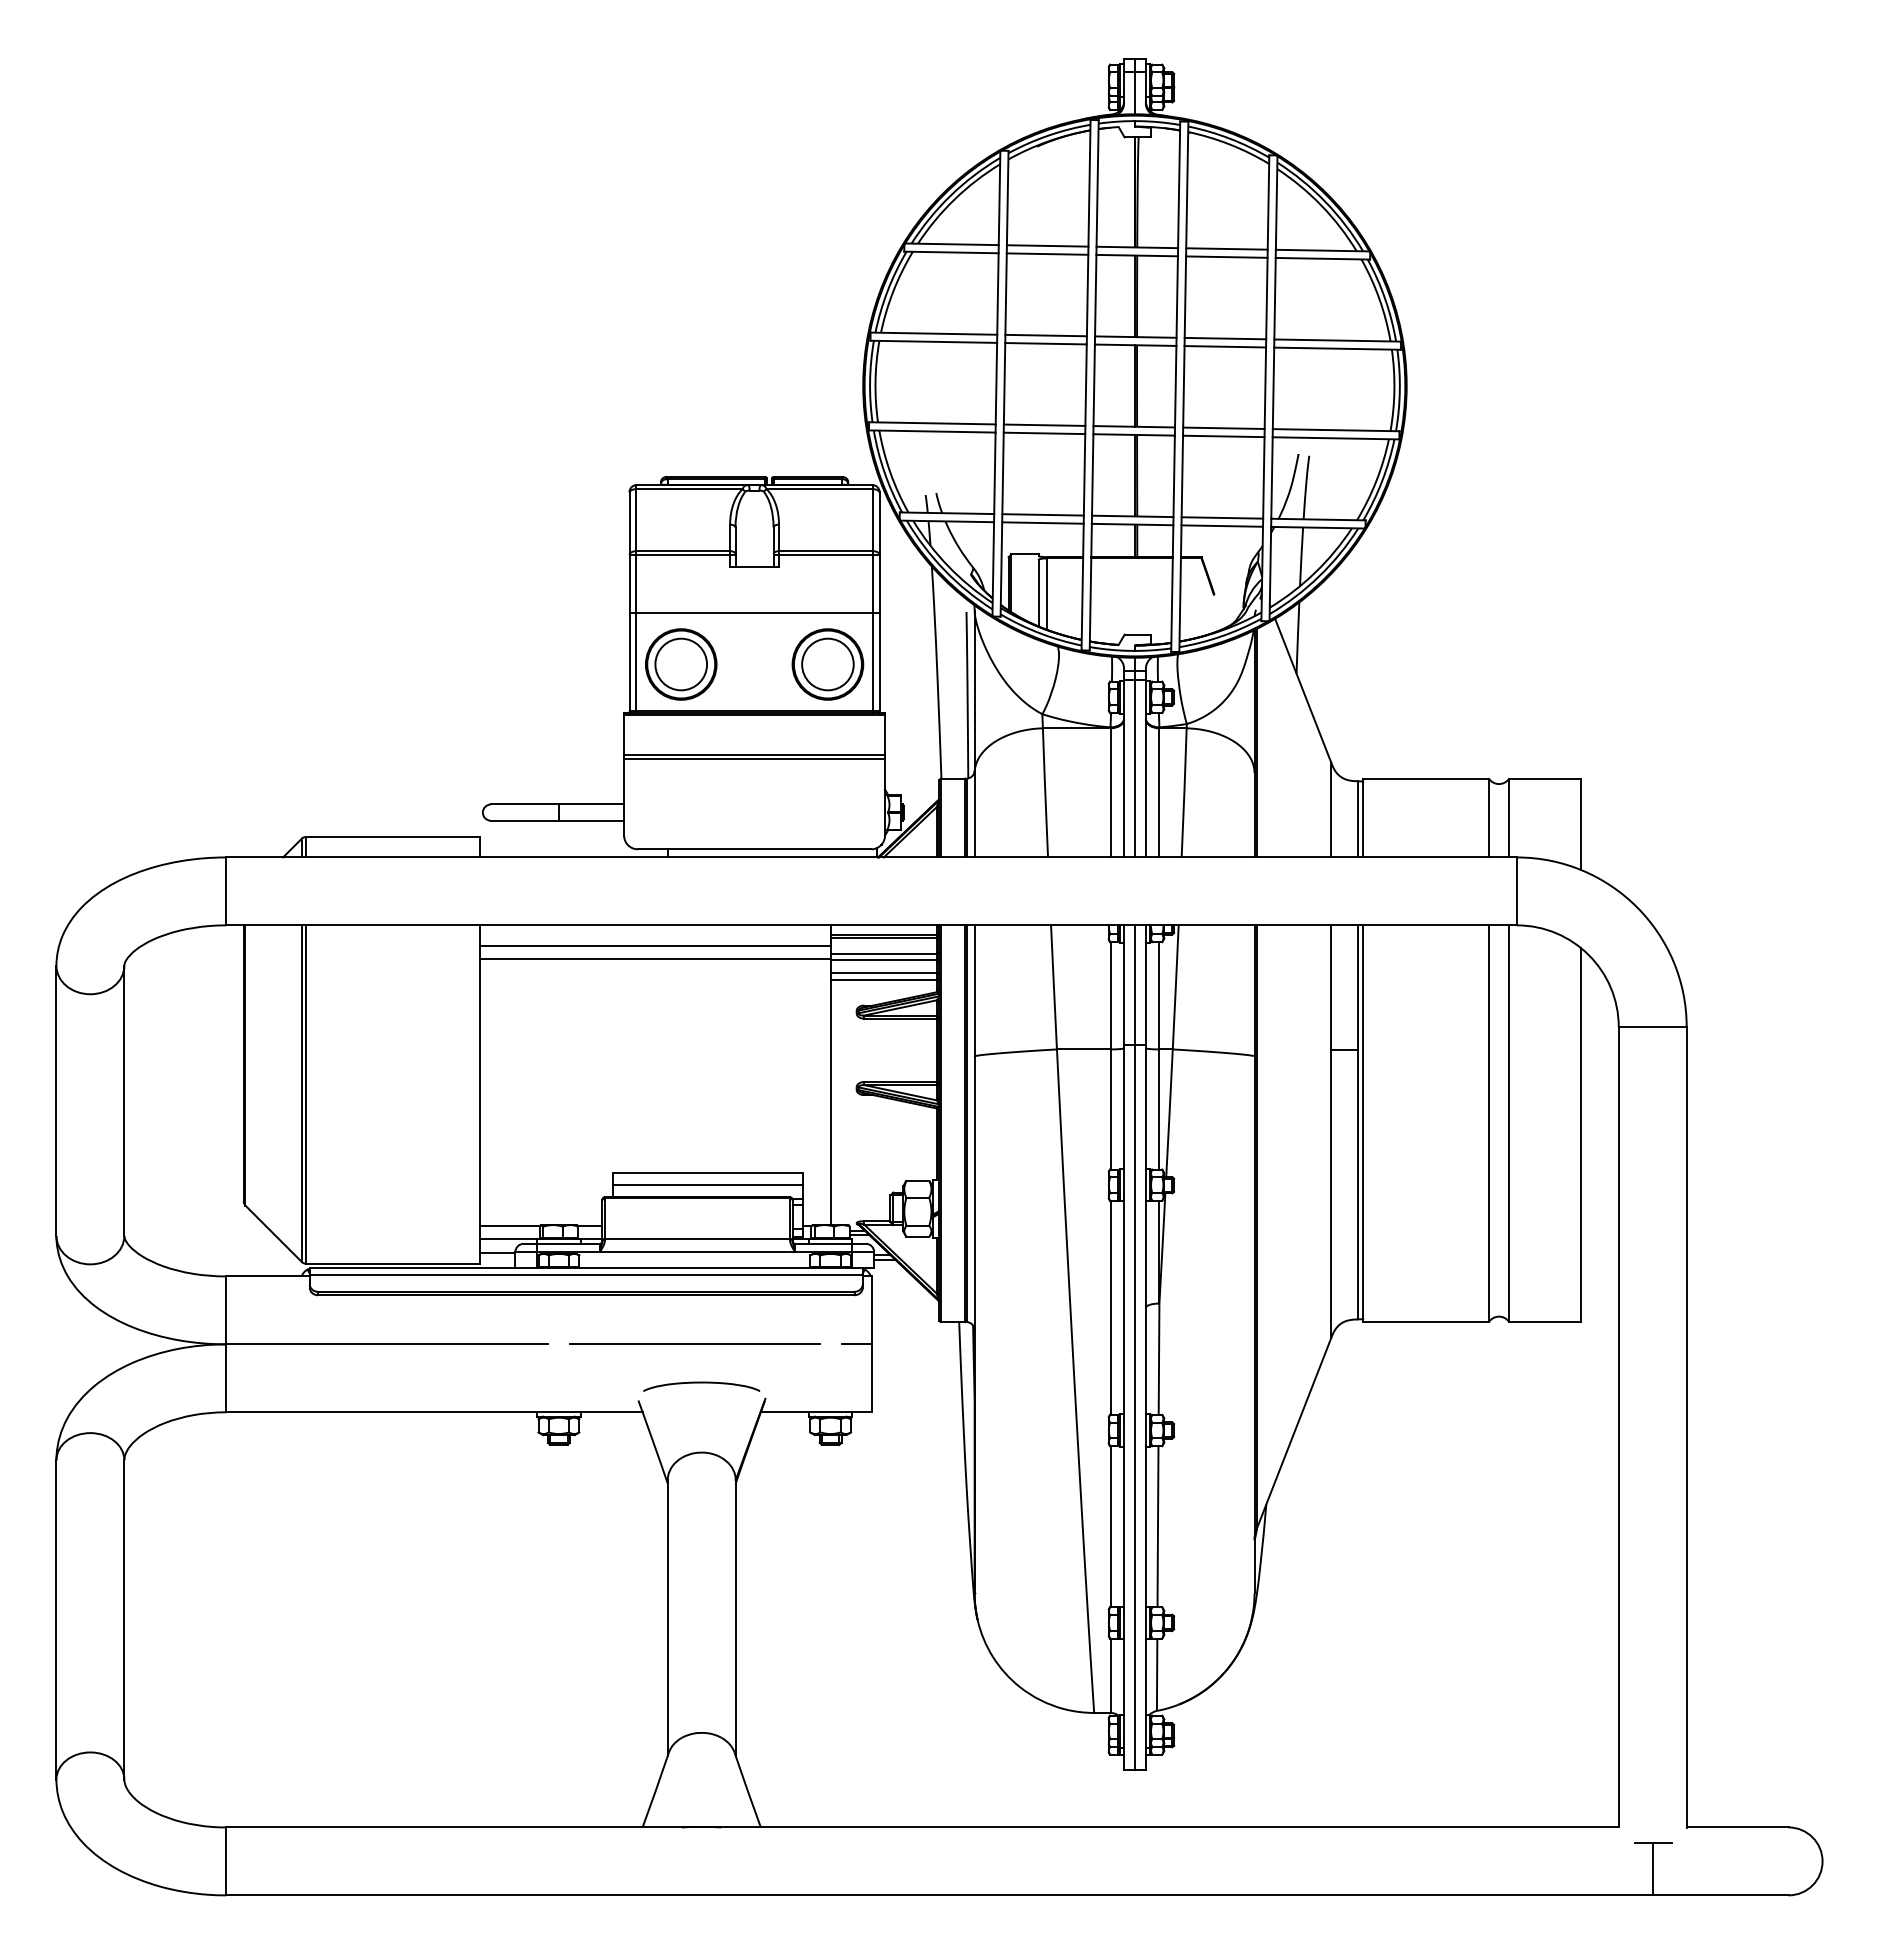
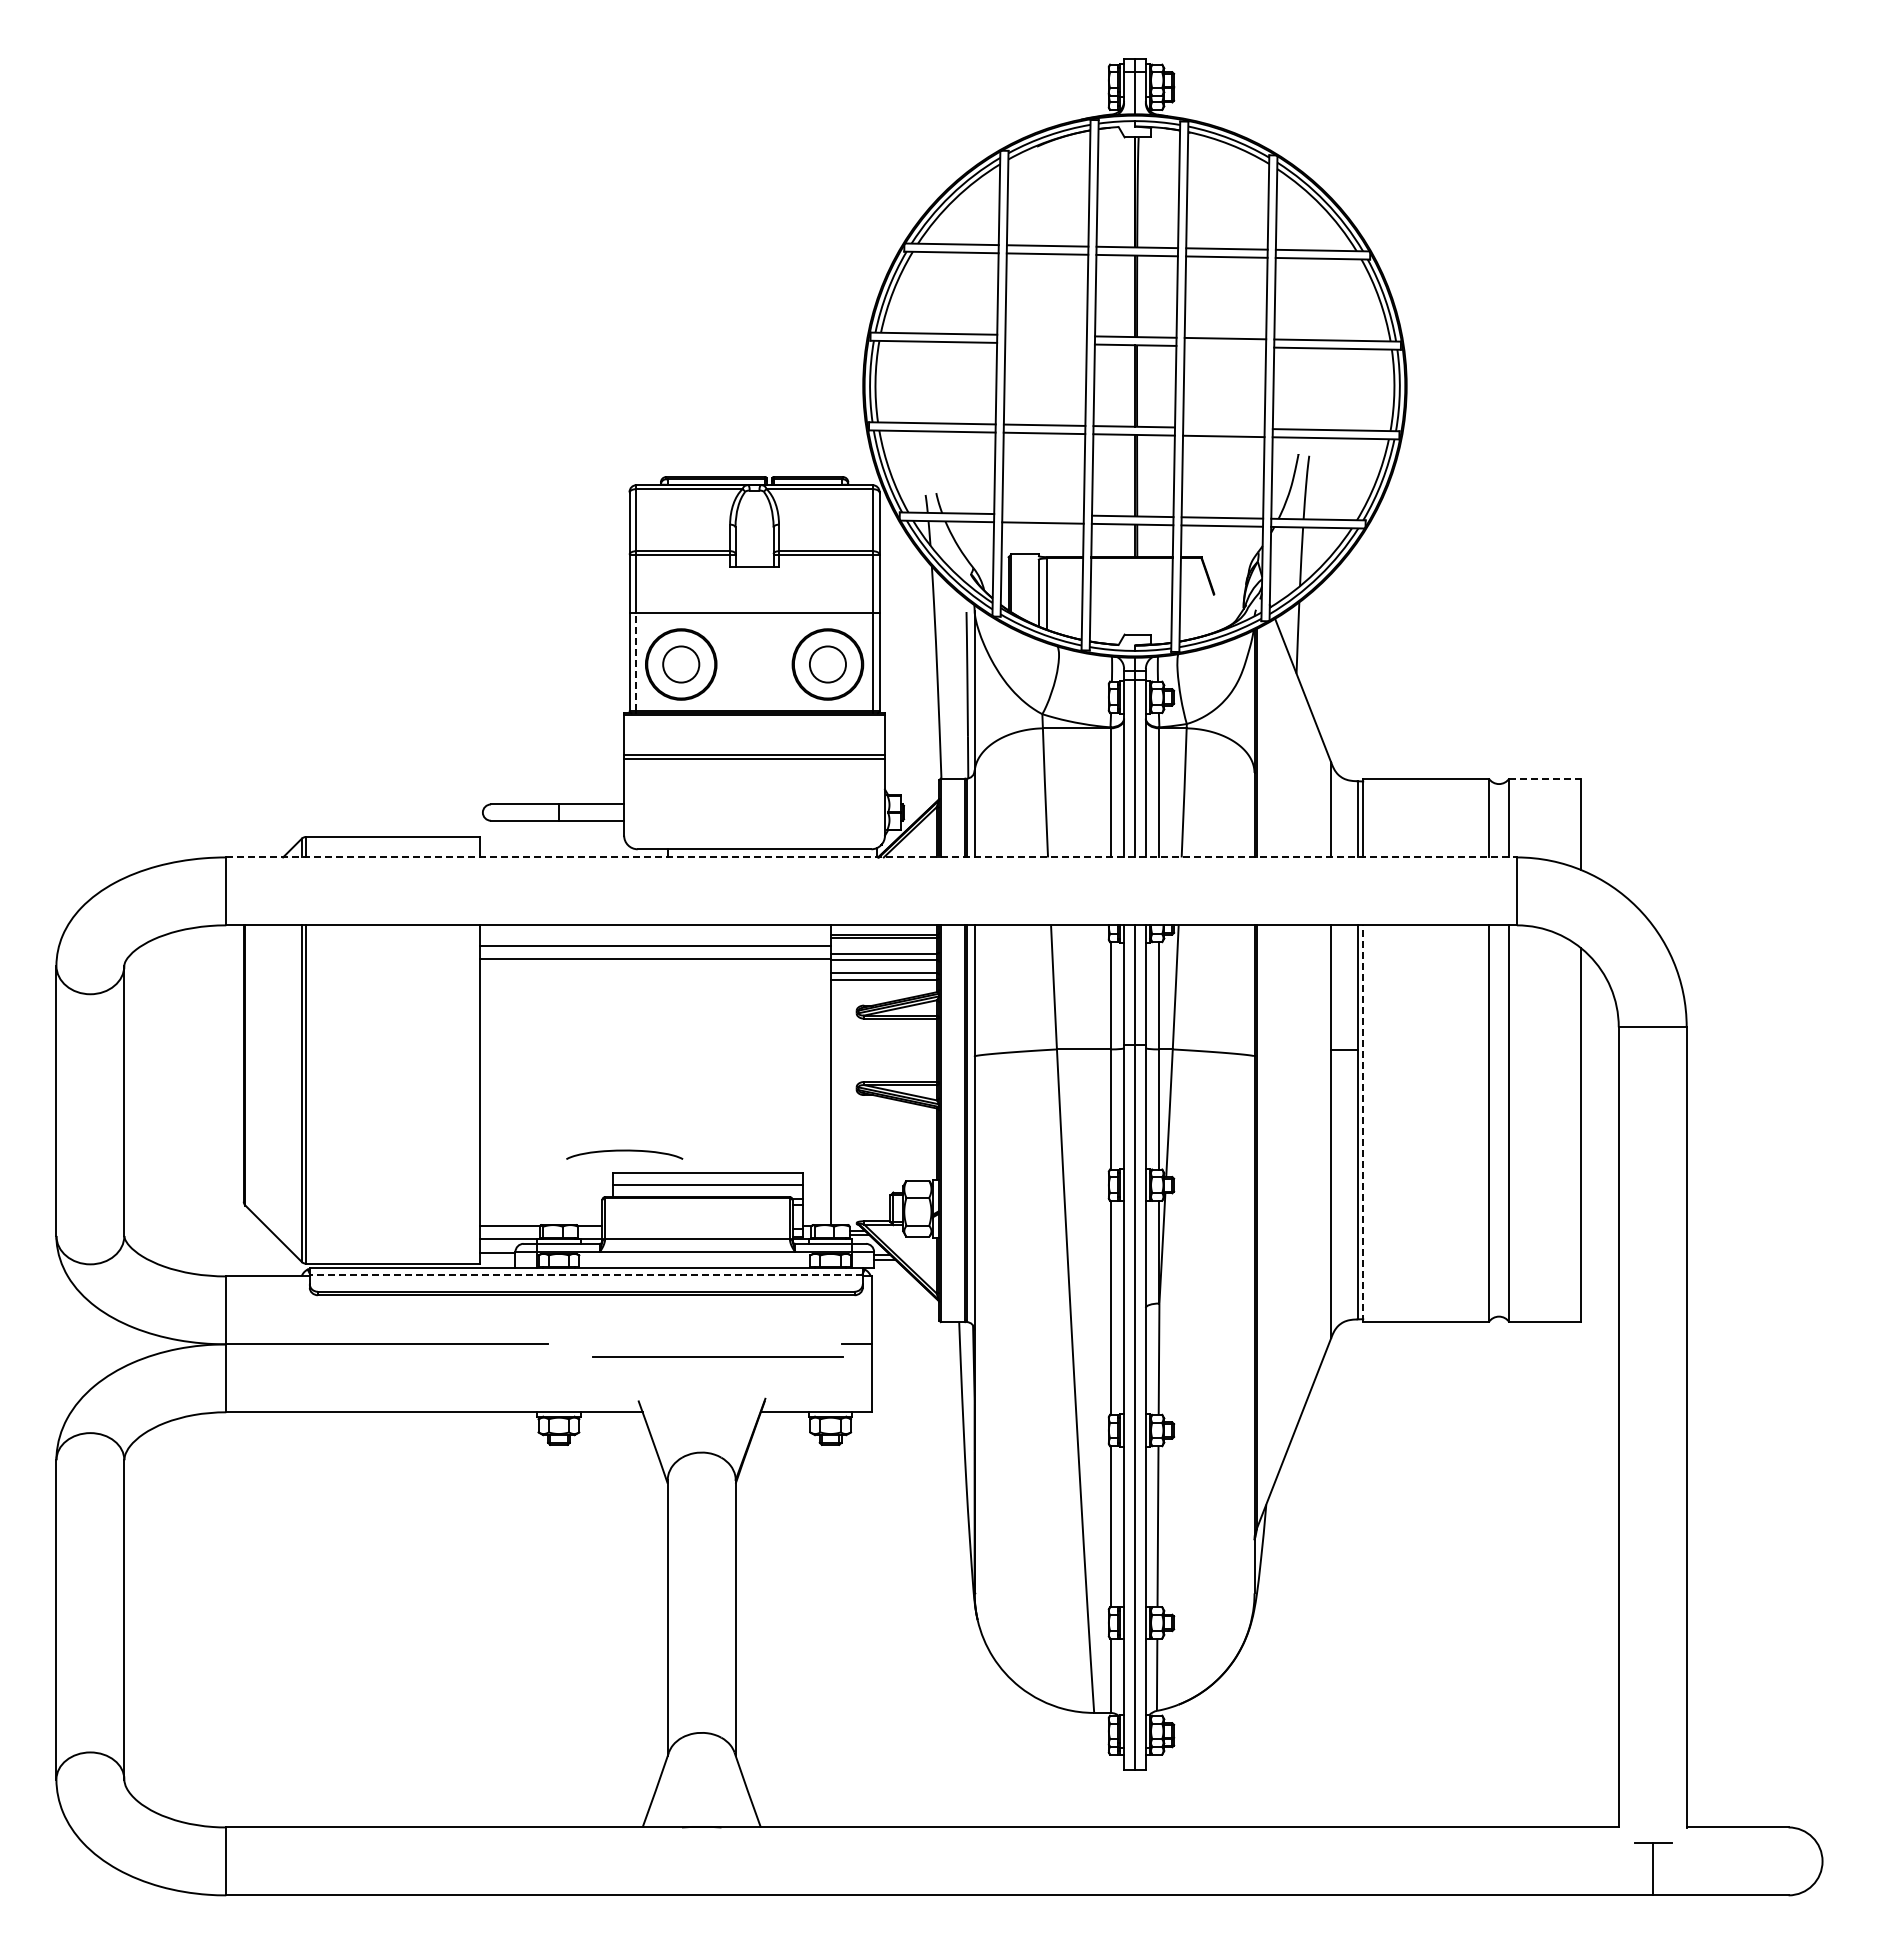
line at (1045, 335): present -> none
line at (1045, 343): present -> none
line at (1225, 346): present -> none
line at (1223, 427): present -> none
line at (1042, 514): present -> none
line at (636, 661): solid -> dashed
circle at (681, 664) diameter: 52 px -> 36 px
circle at (827, 664) diameter: 52 px -> 36 px
line at (1544, 778): solid -> dashed
line at (872, 857): solid -> dashed
line at (1363, 1123): solid -> dashed
line at (585, 1275): solid -> dashed
line at (694, 1343) position: (694, 1343) -> (717, 1356)
curve at (701, 1383) position: (701, 1383) -> (624, 1151)
